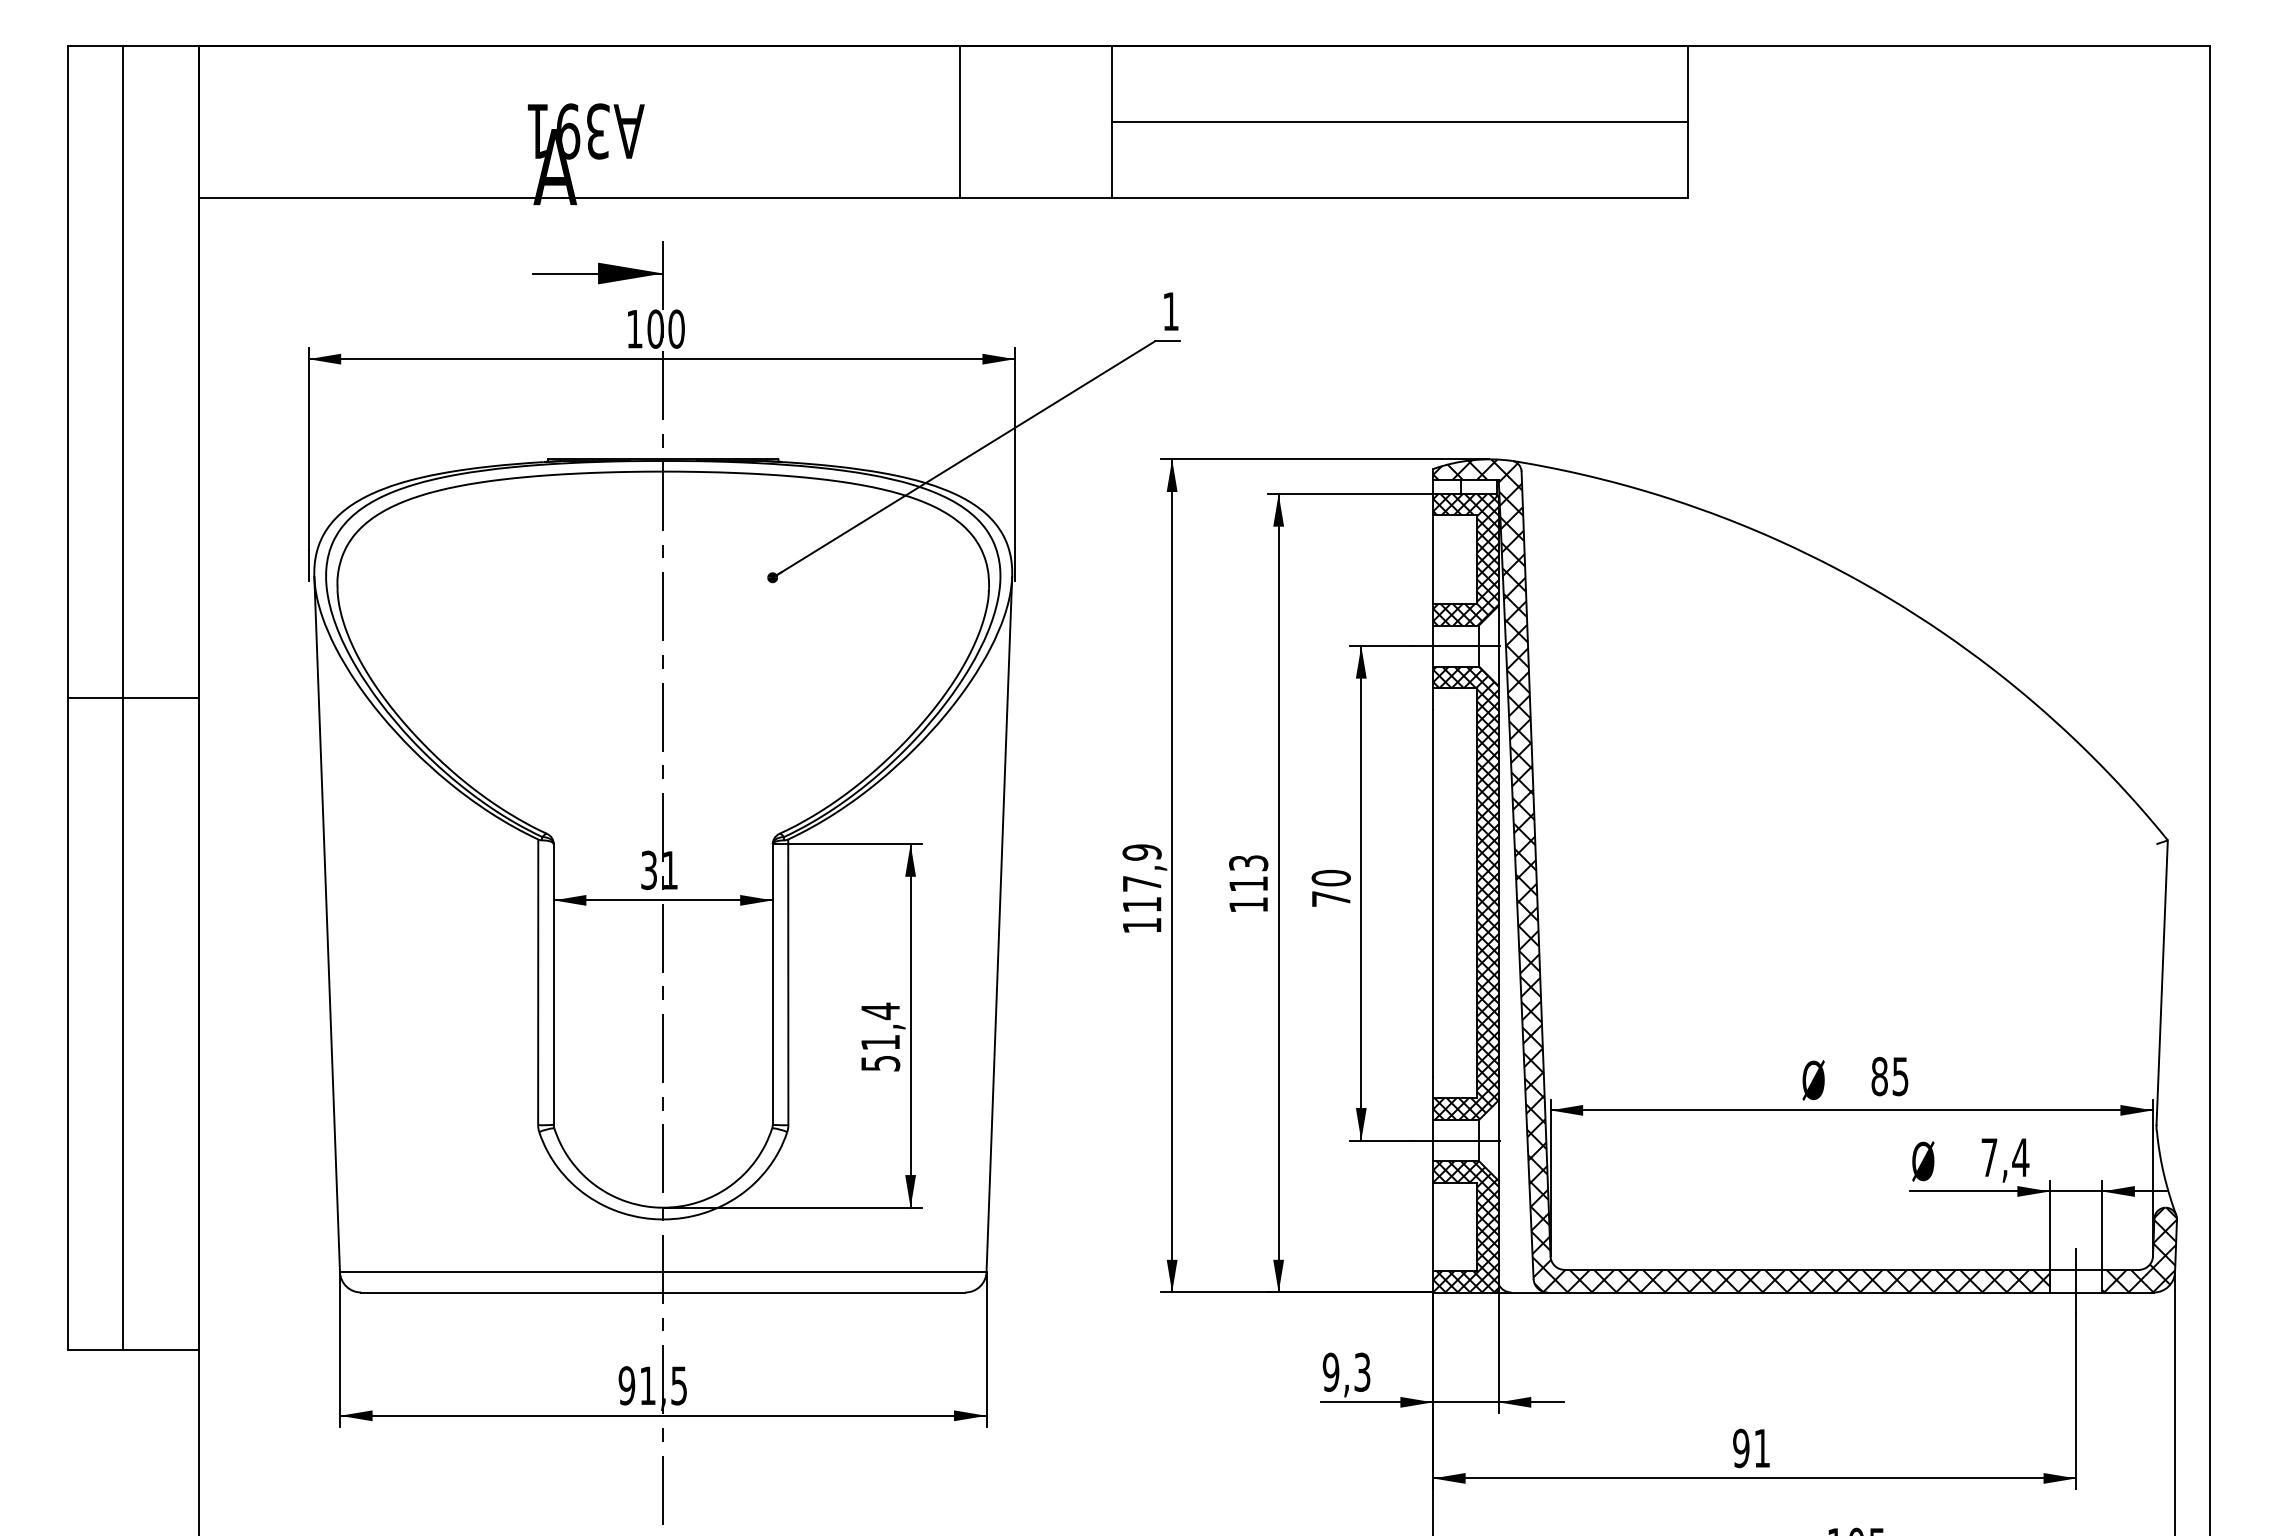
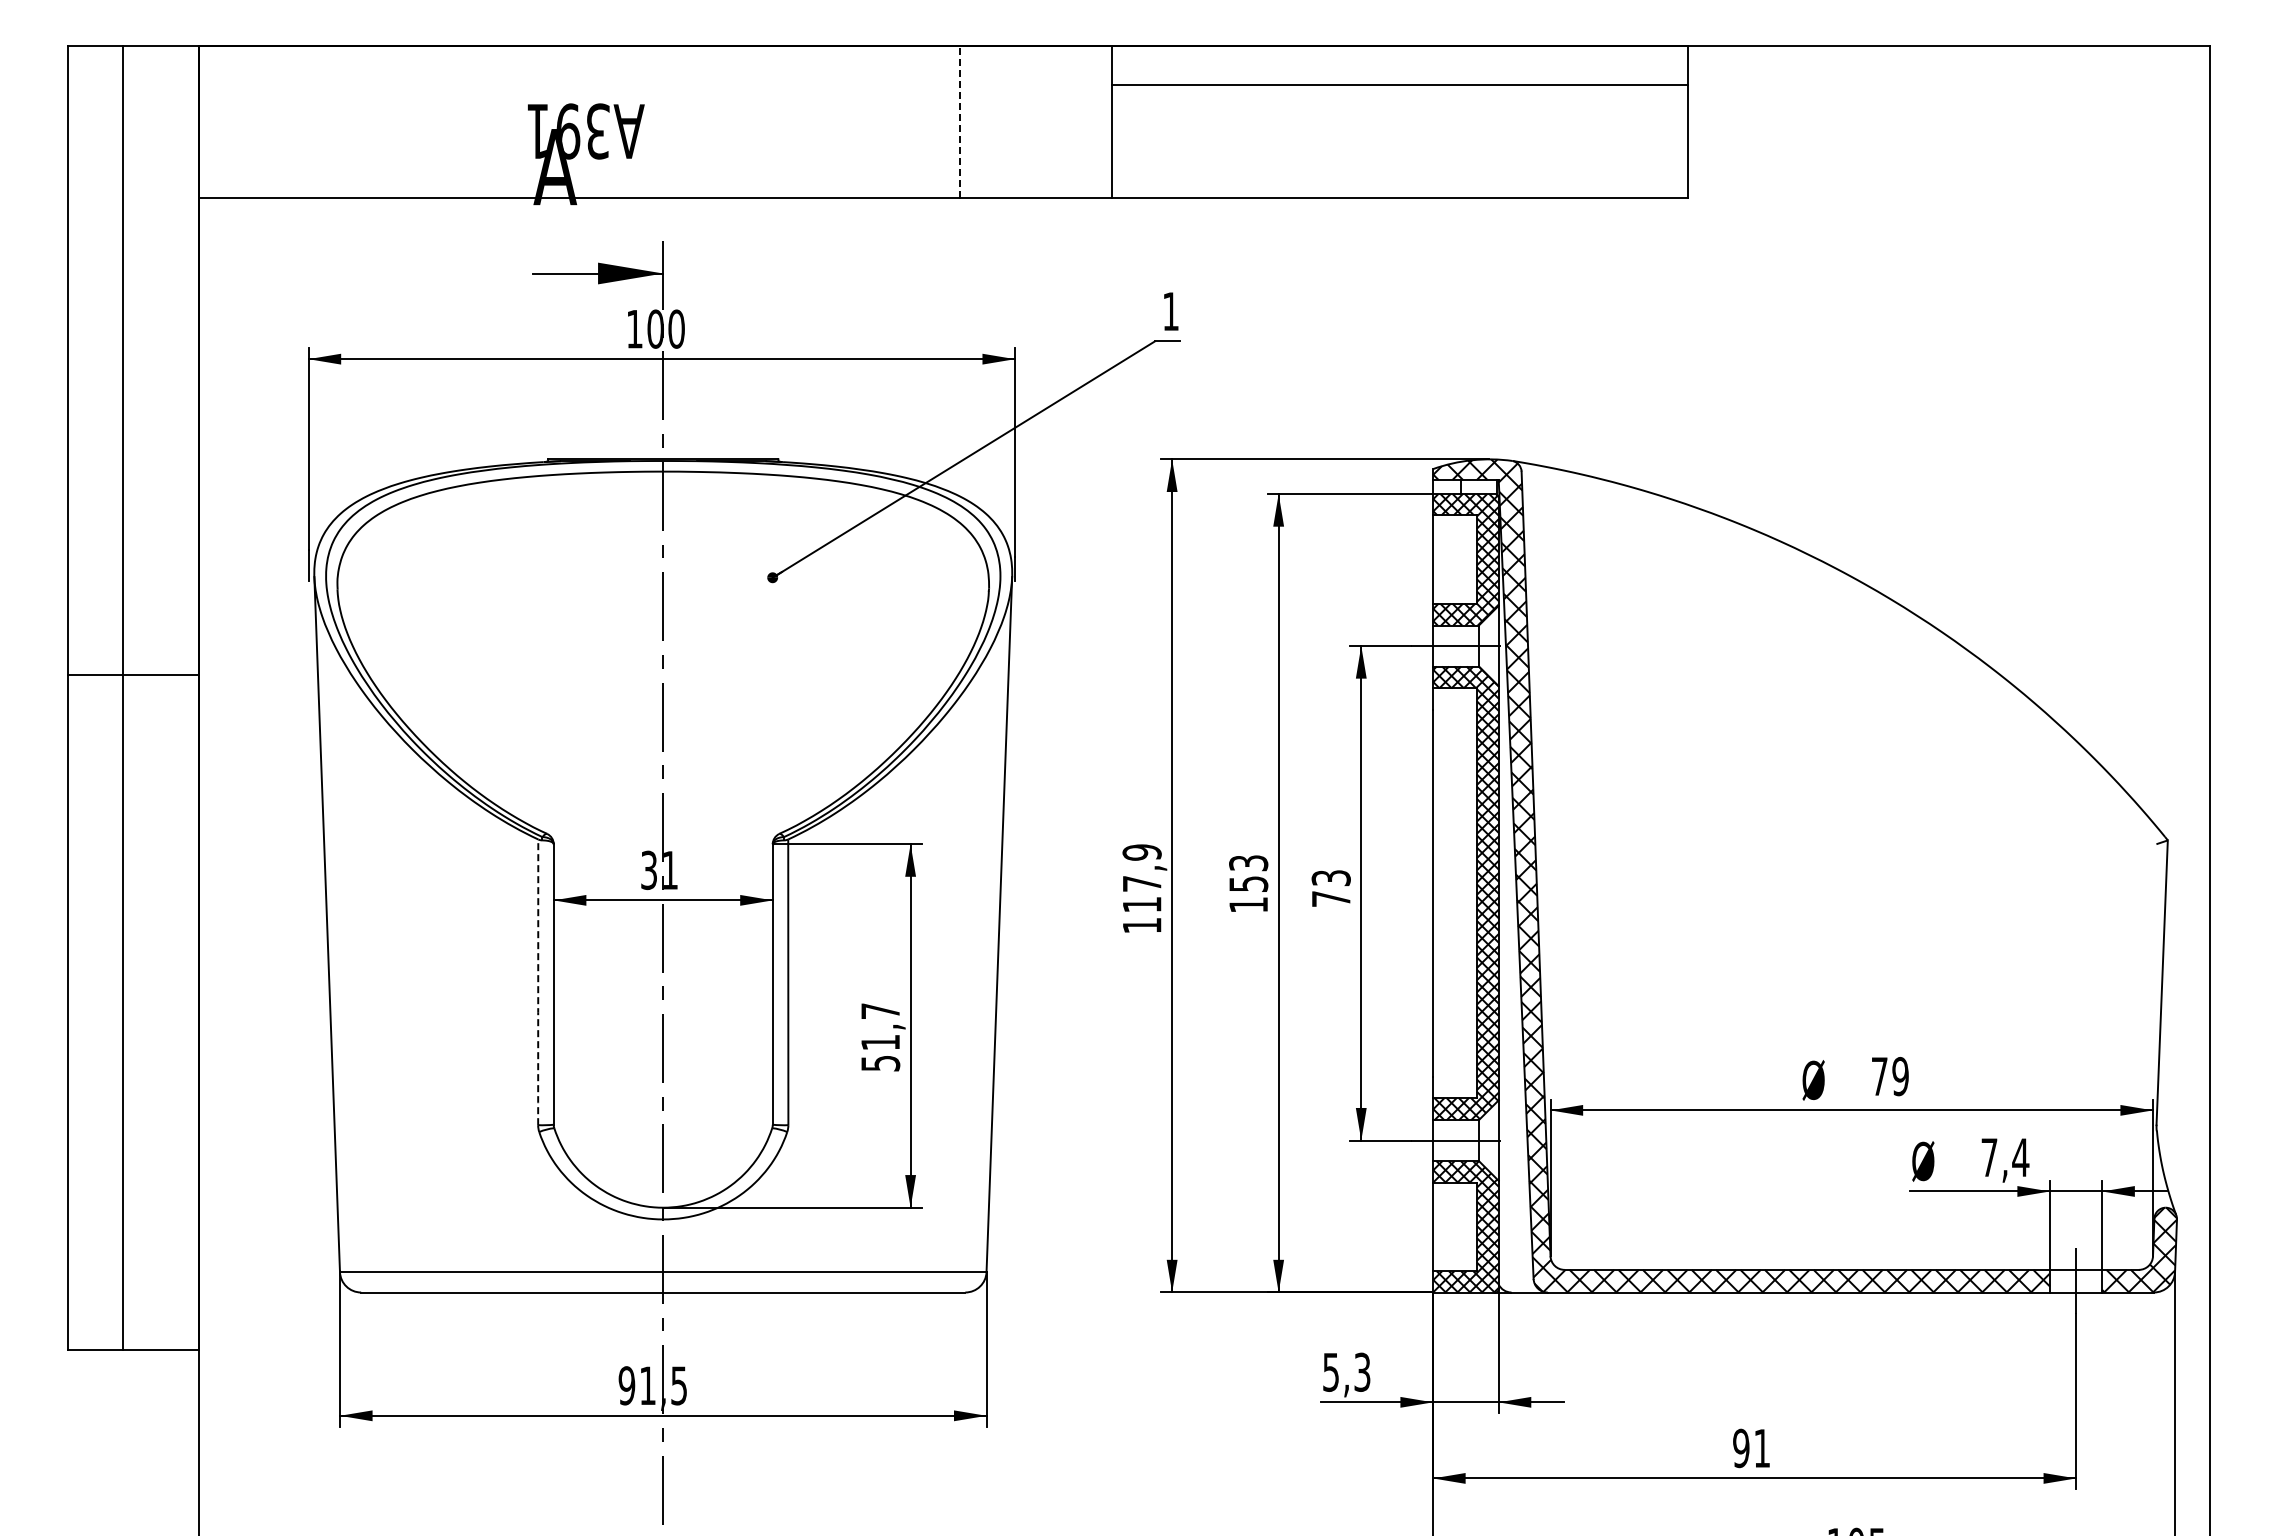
line at (959, 121): solid -> dashed
line at (1399, 122) position: (1399, 122) -> (1399, 85)
line at (133, 698) position: (133, 698) -> (133, 675)
text at (1330, 877): 70 -> 73
text at (1248, 883): 113 -> 153
line at (538, 983): solid -> dashed
text at (880, 1011): 51,4 -> 51,7
text at (1889, 1076): 85 -> 79
text at (1330, 1371): 9,3 -> 5,3
